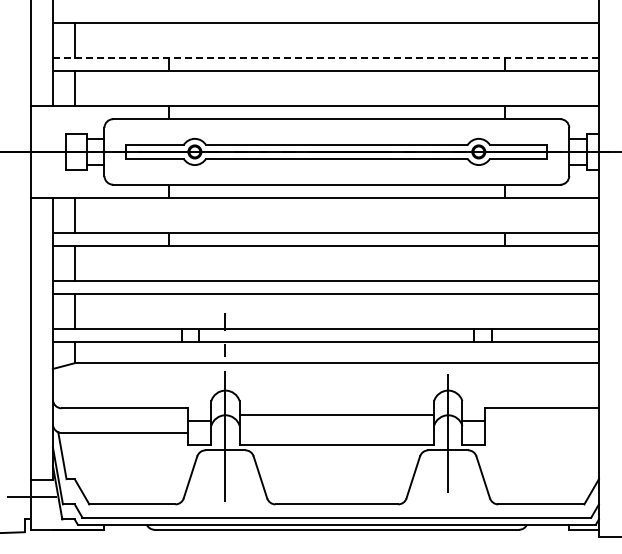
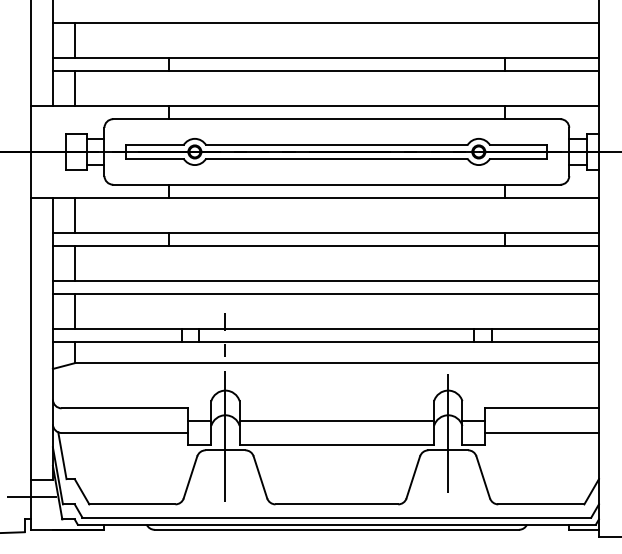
line at (326, 58): dashed -> solid
line at (336, 414) position: (336, 414) -> (336, 420)
line at (541, 433): none -> present
